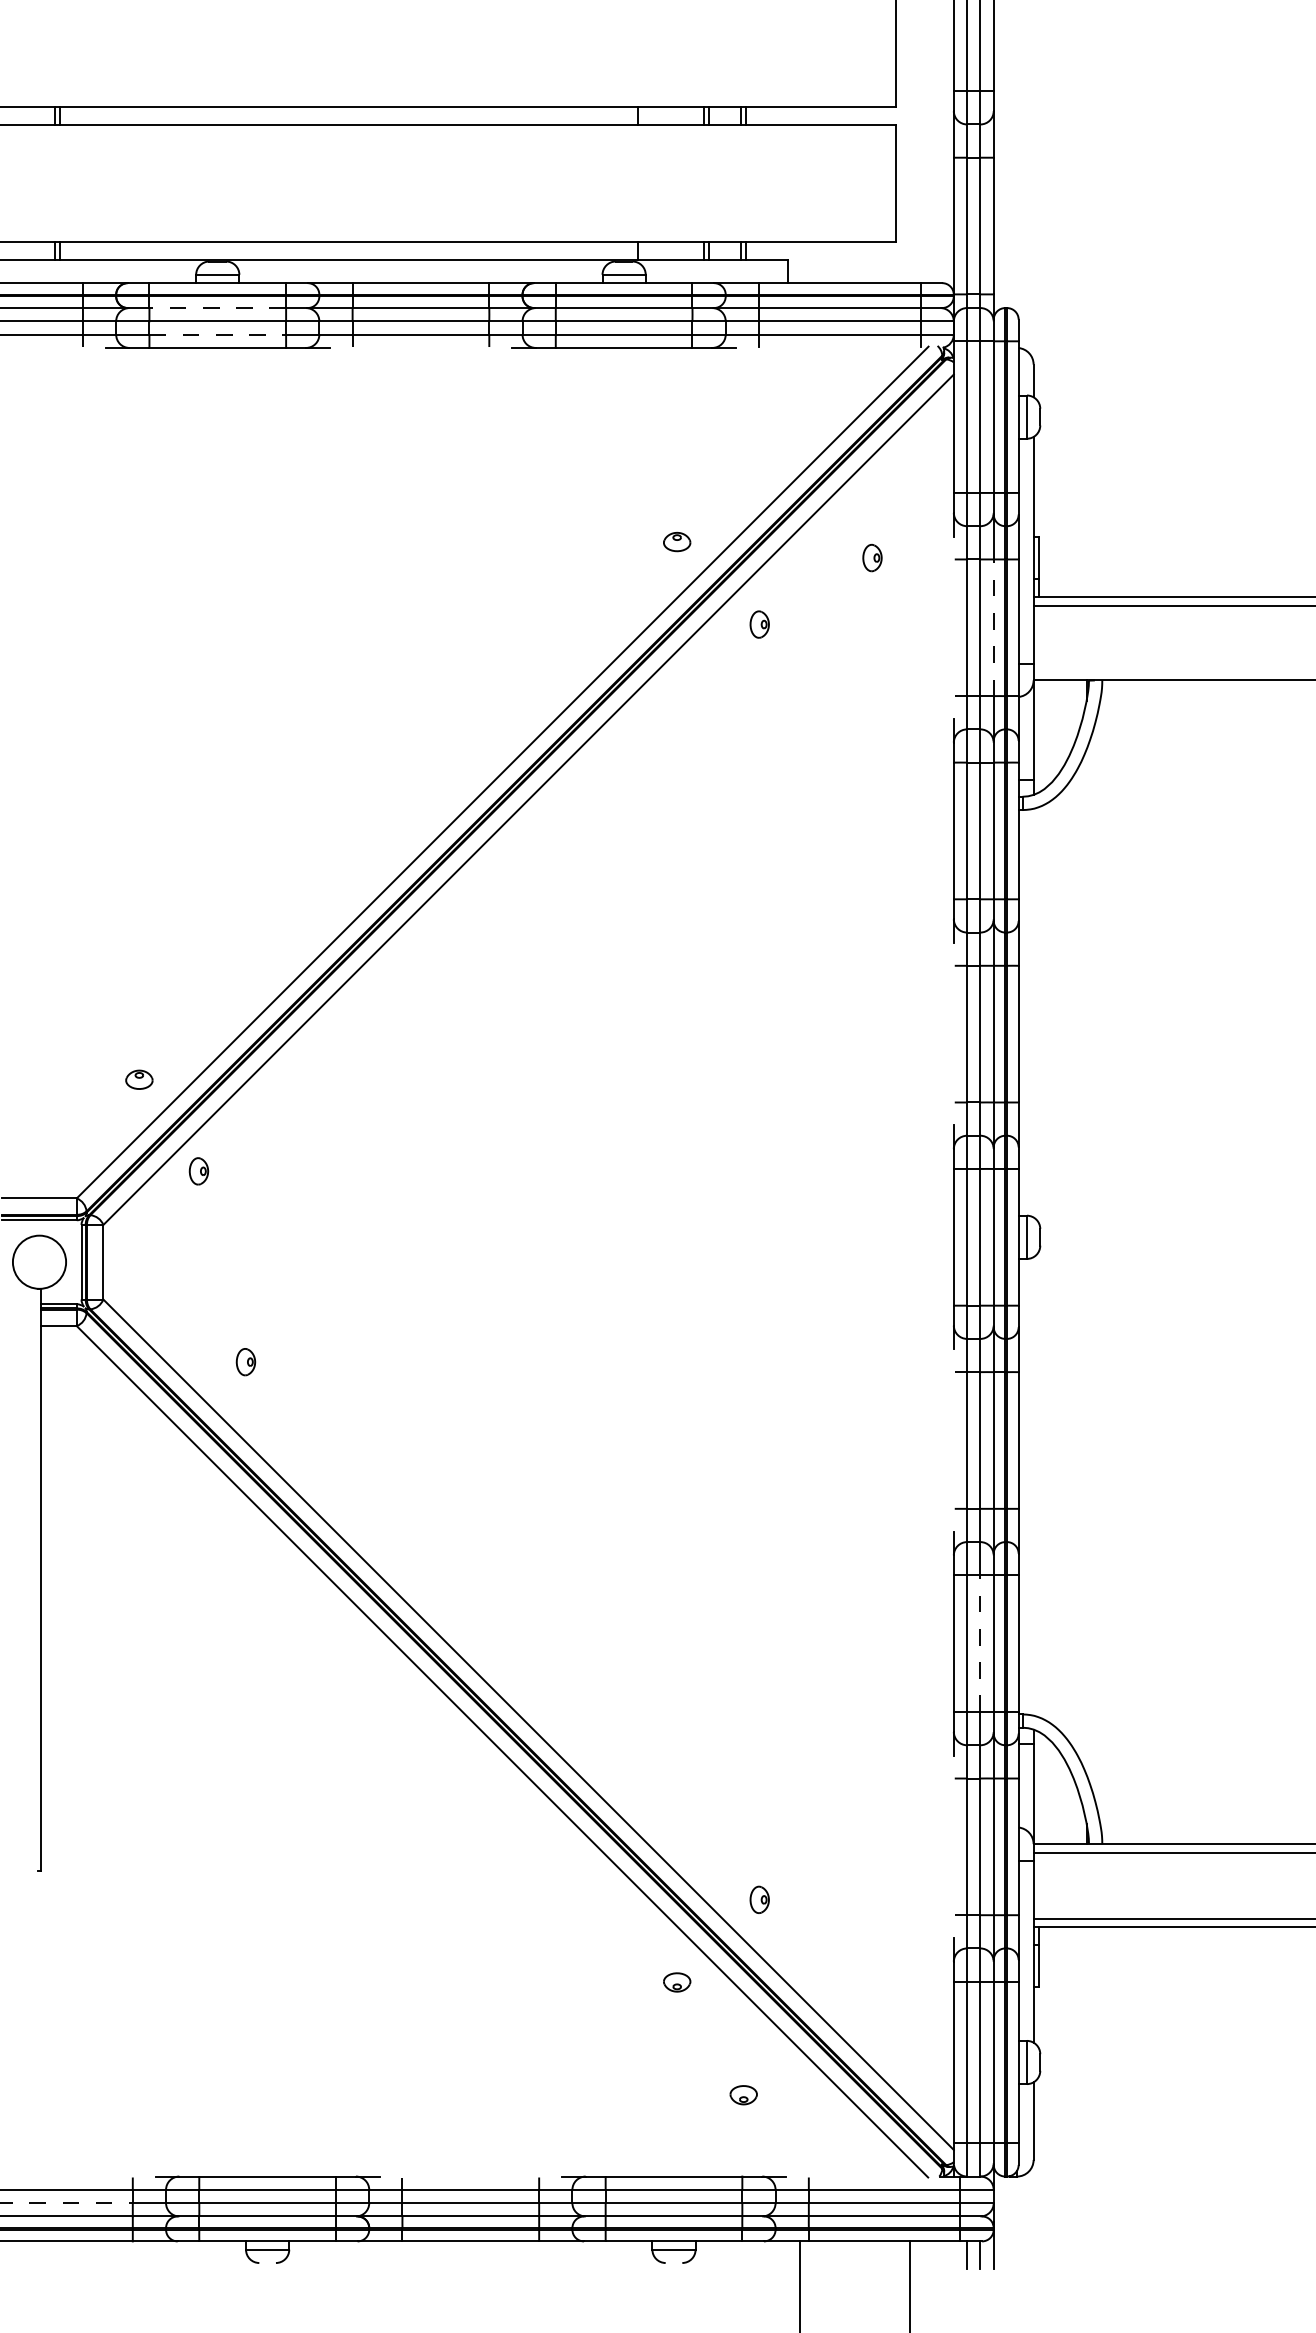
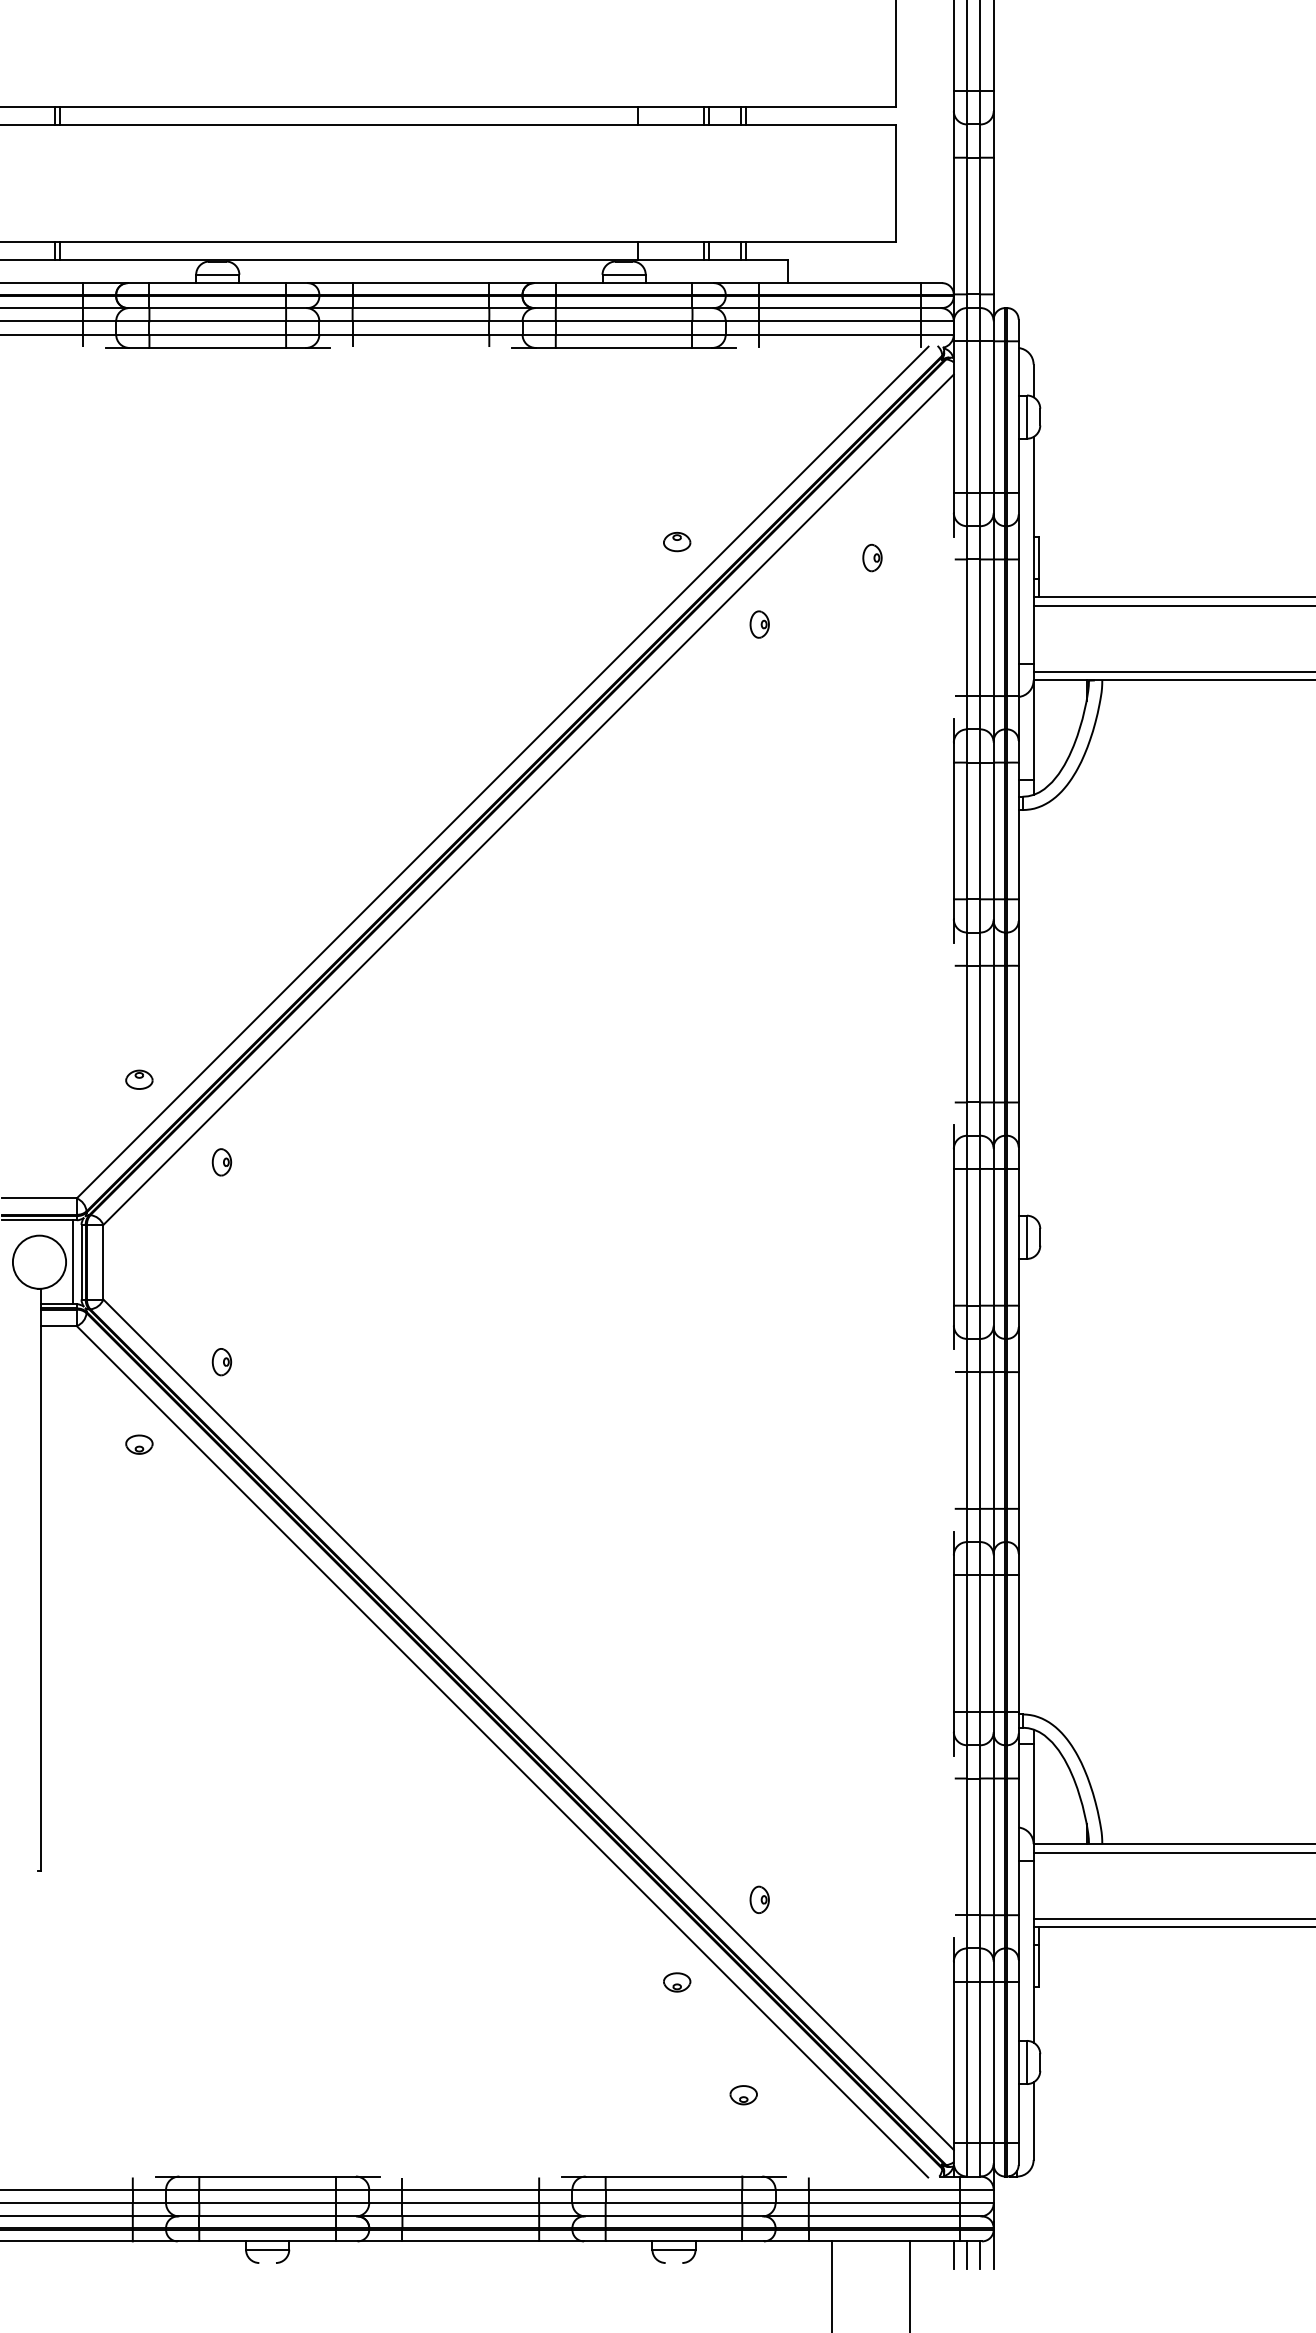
line at (217, 308): dashed -> solid
line at (218, 334): dashed -> solid
line at (993, 627): dashed -> solid
line at (1172, 671): none -> present
part at (198, 1171) position: (198, 1171) -> (221, 1162)
line at (72, 1262): none -> present
part at (245, 1362) position: (245, 1362) -> (221, 1362)
part at (139, 1444): none -> present
line at (980, 1643): dashed -> solid
line at (66, 2203): dashed -> solid
line at (953, 2254): none -> present
line at (799, 2285) position: (799, 2285) -> (831, 2285)
